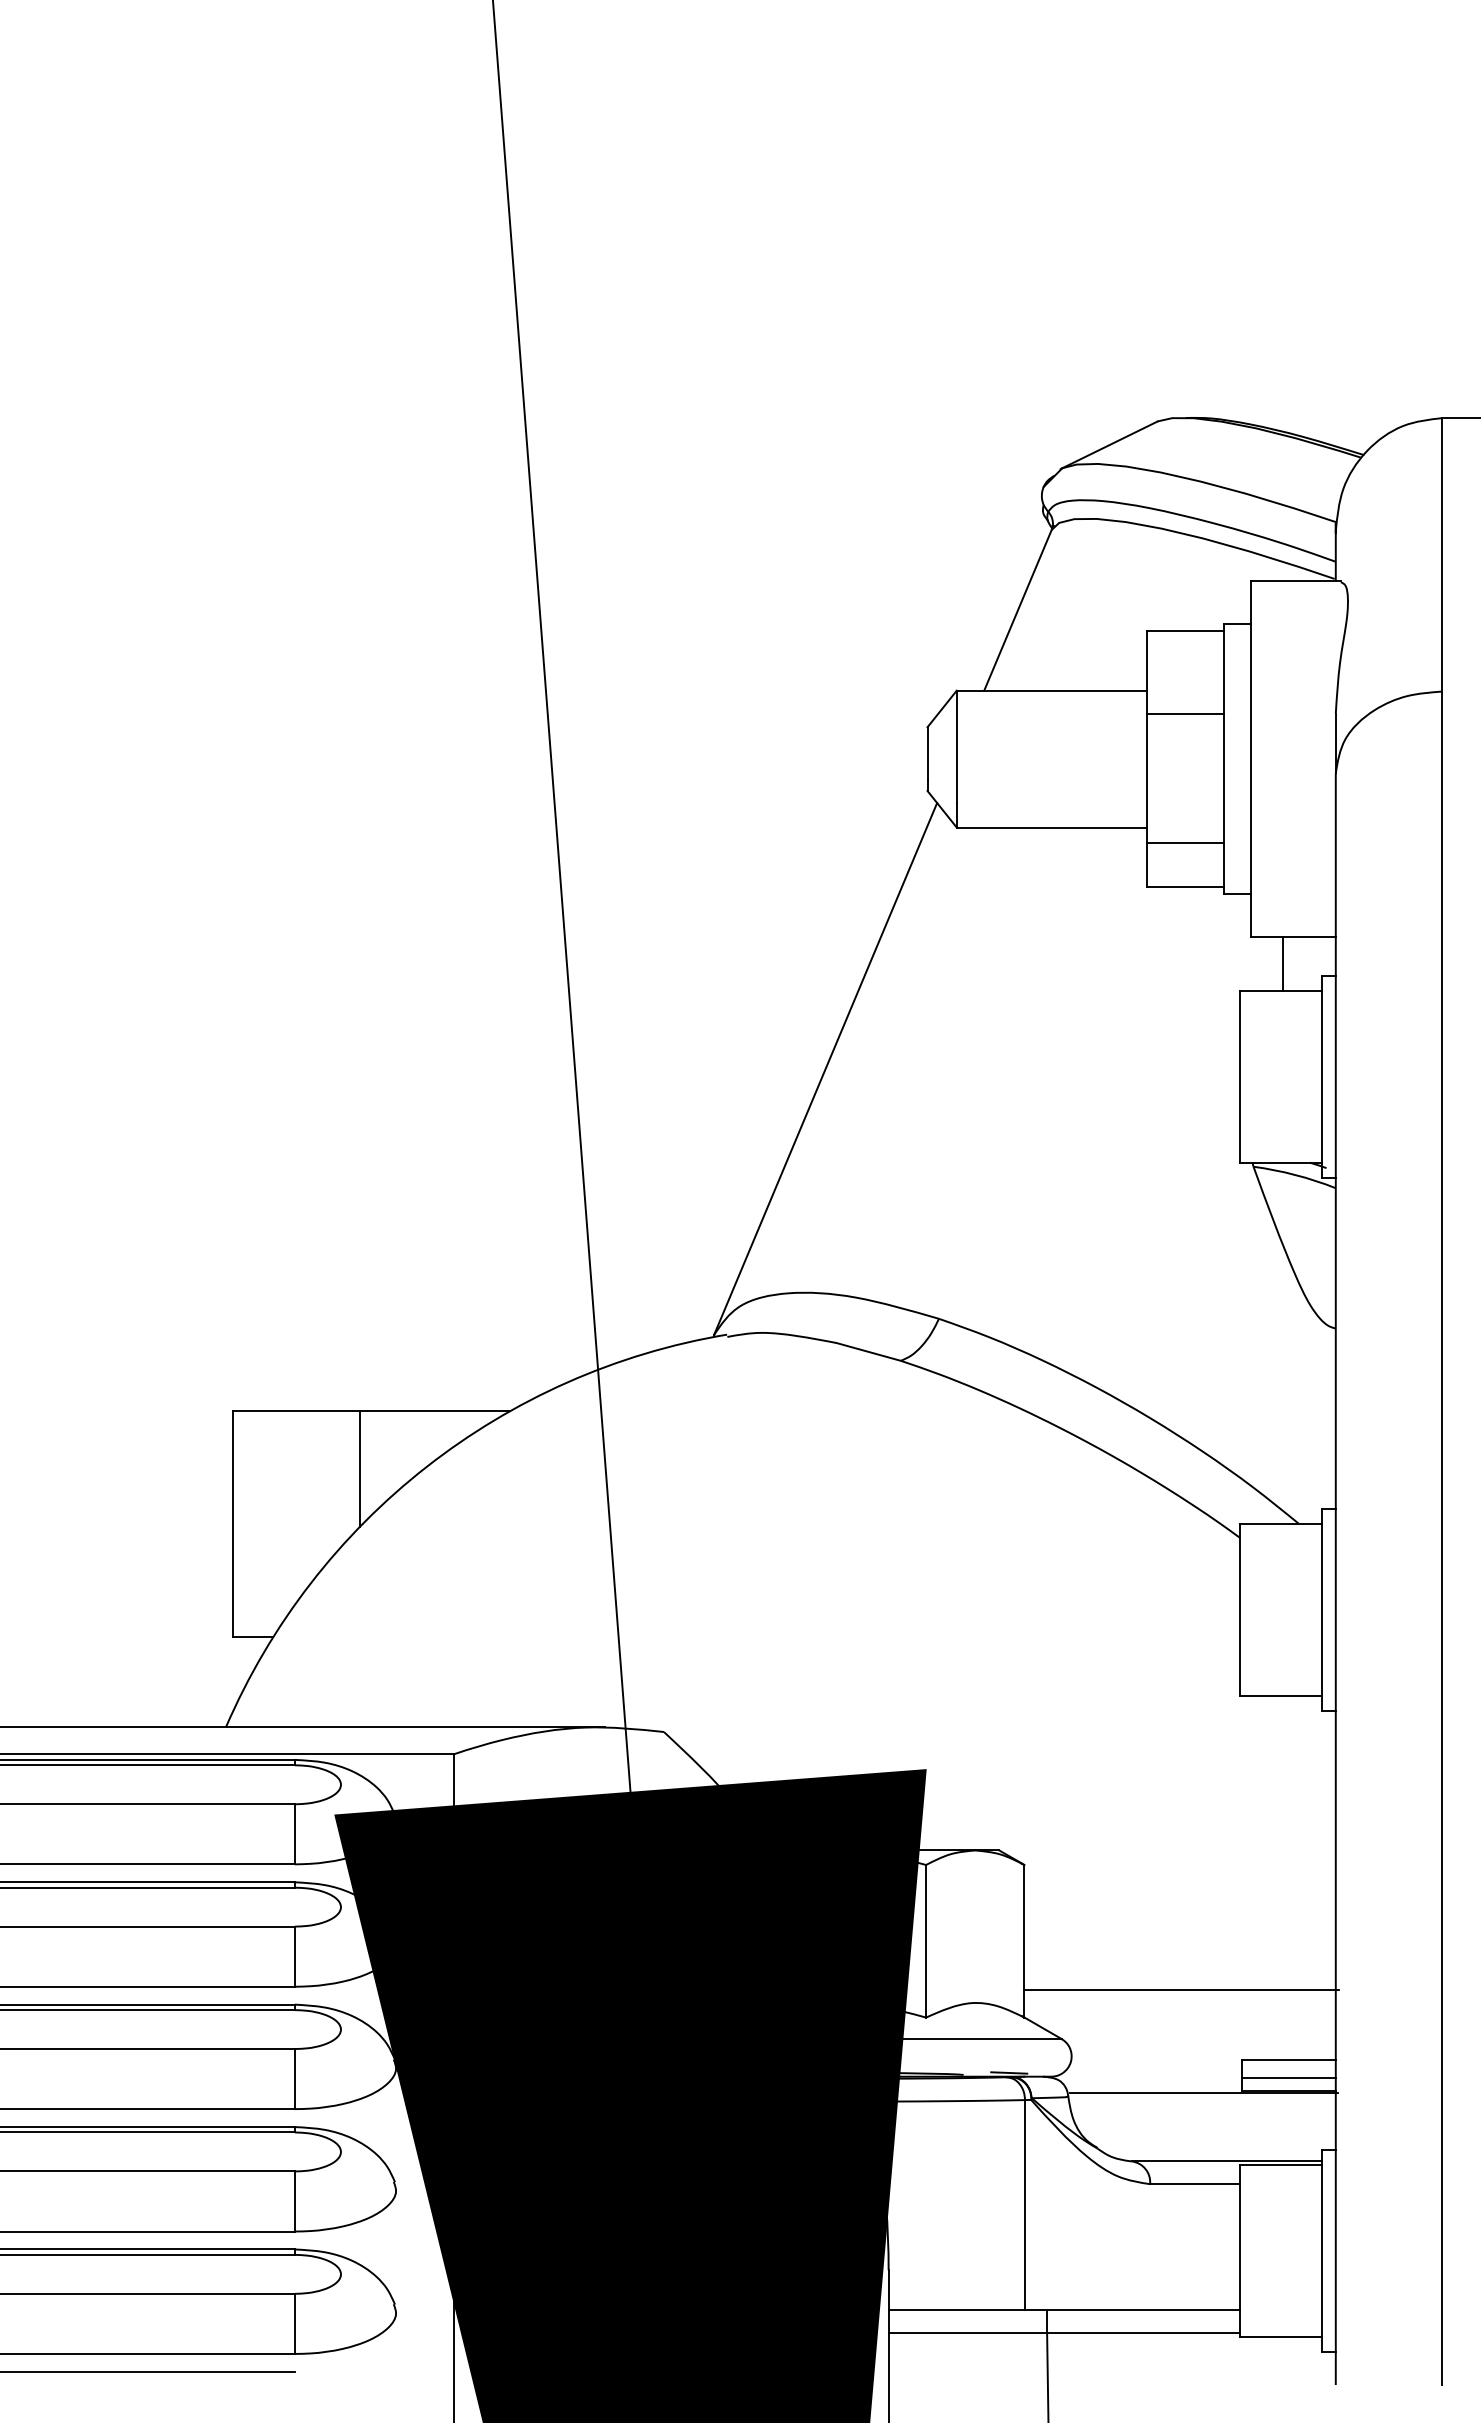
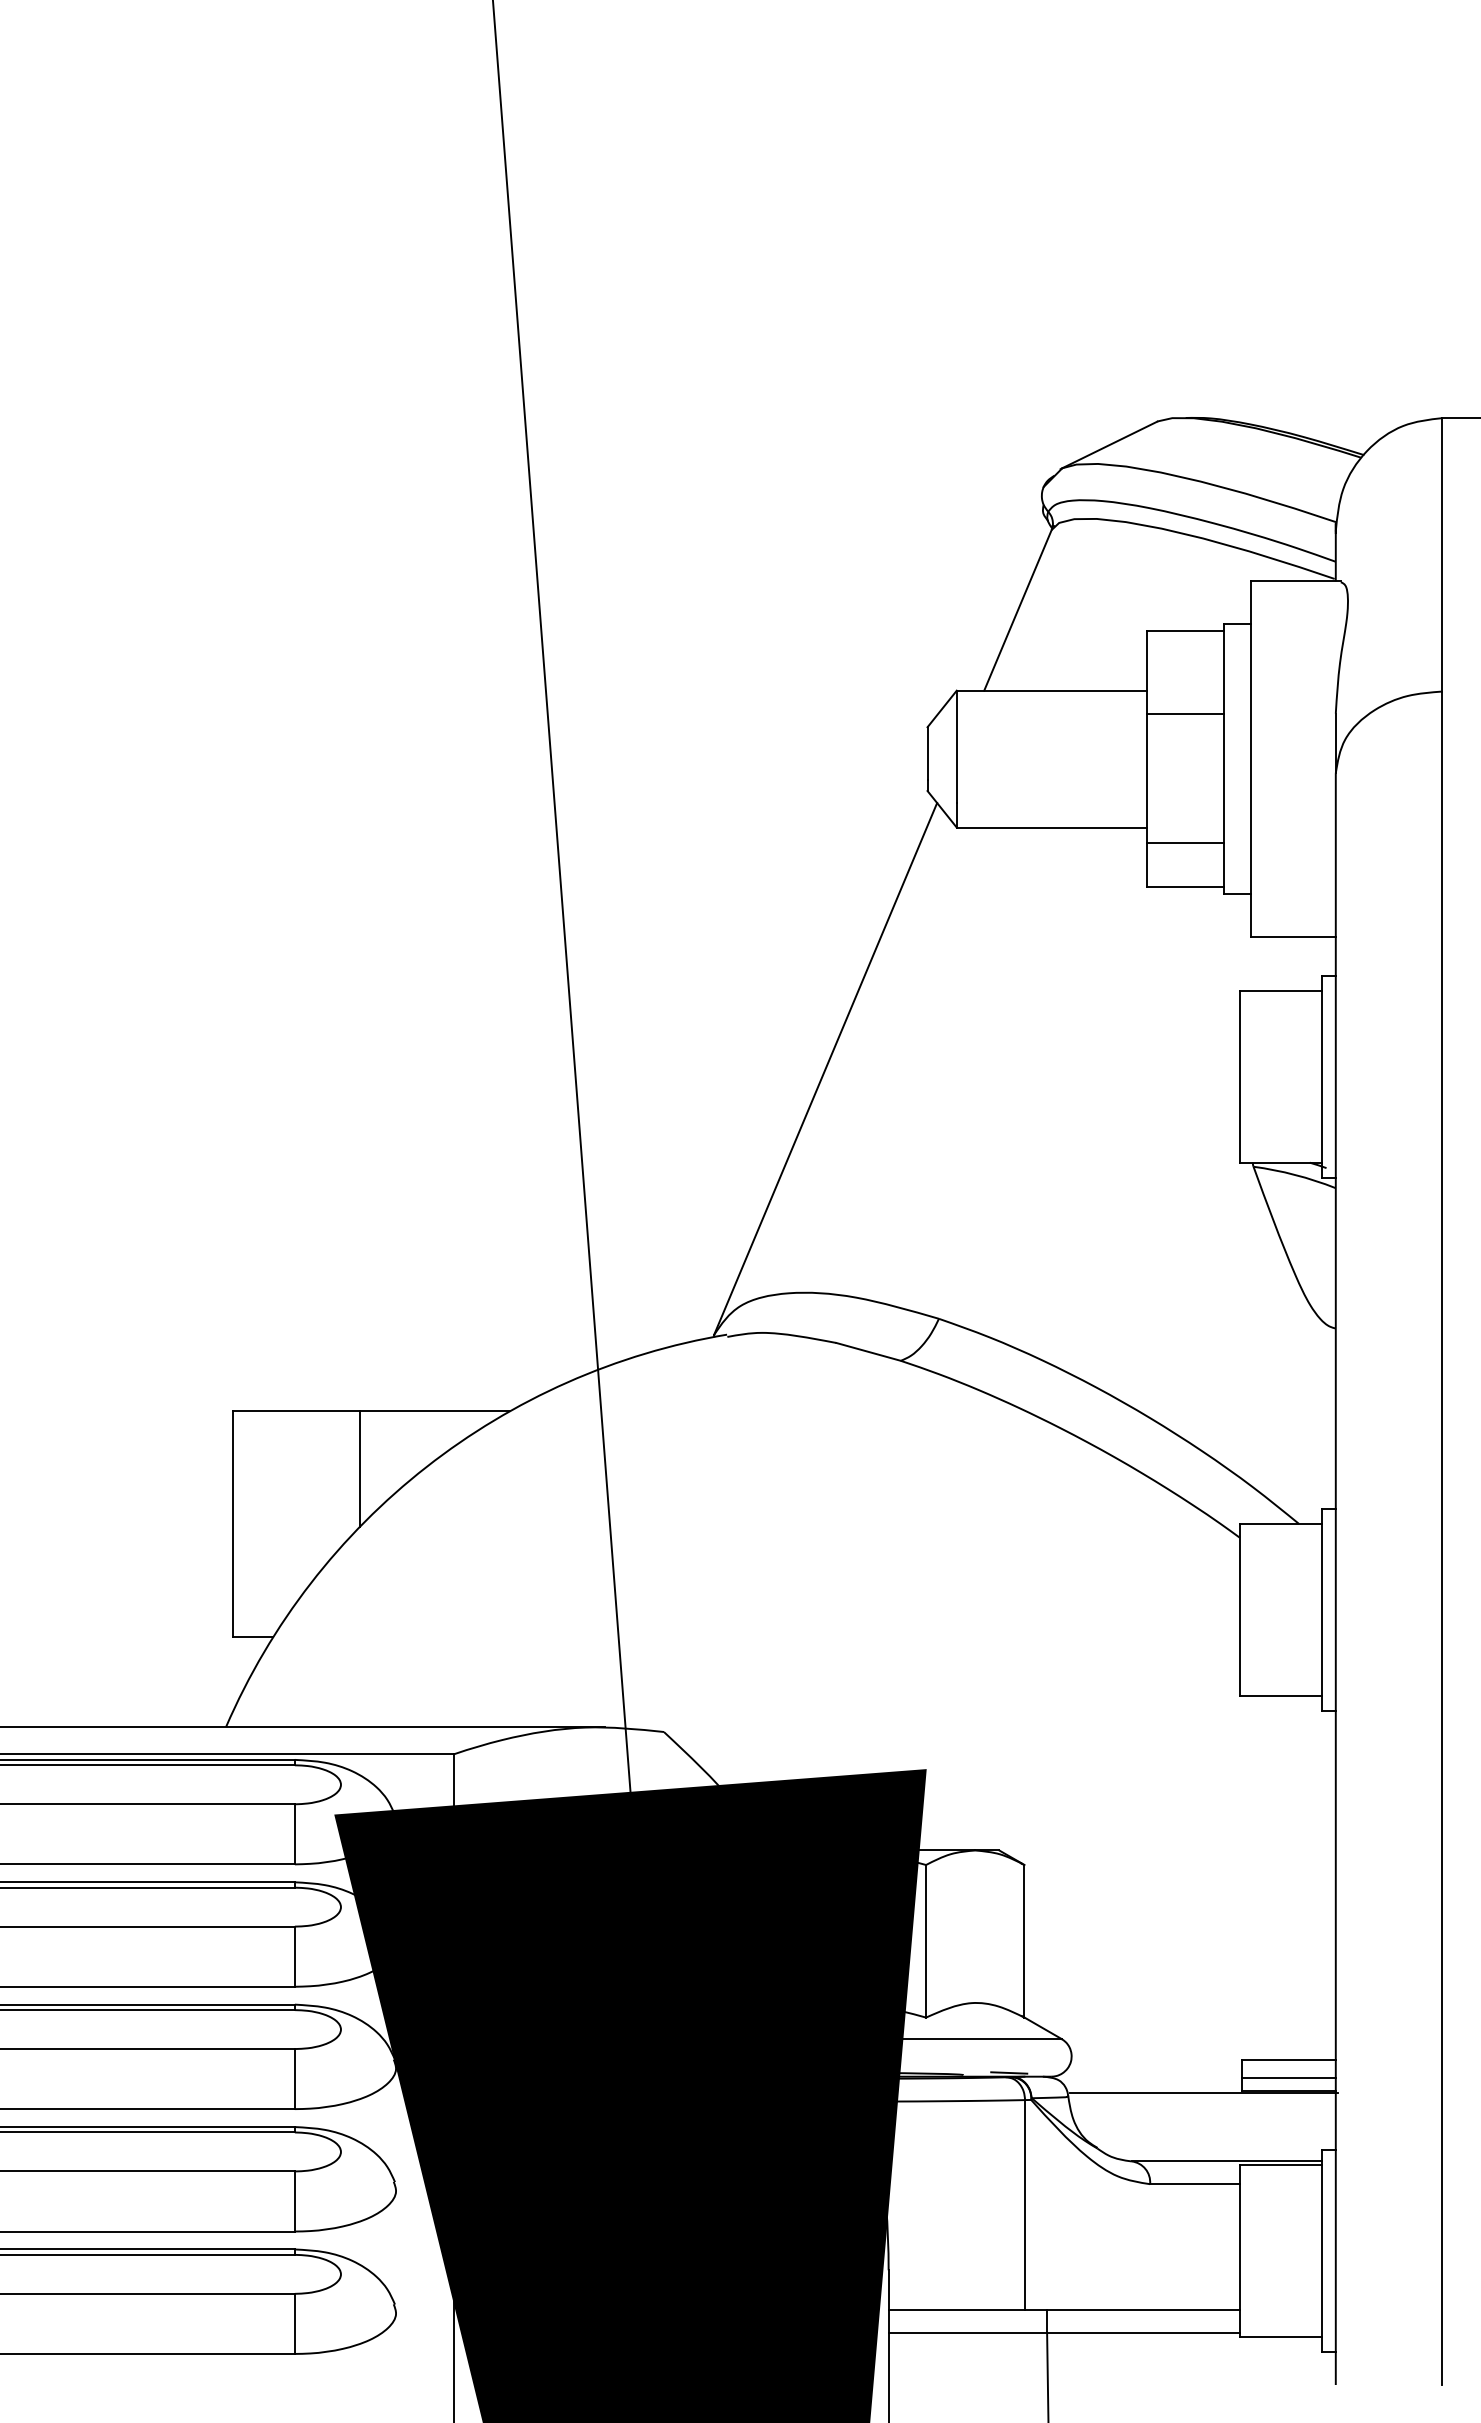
line at (1283, 963): present -> none
line at (1181, 1990): present -> none
line at (148, 2371): present -> none
